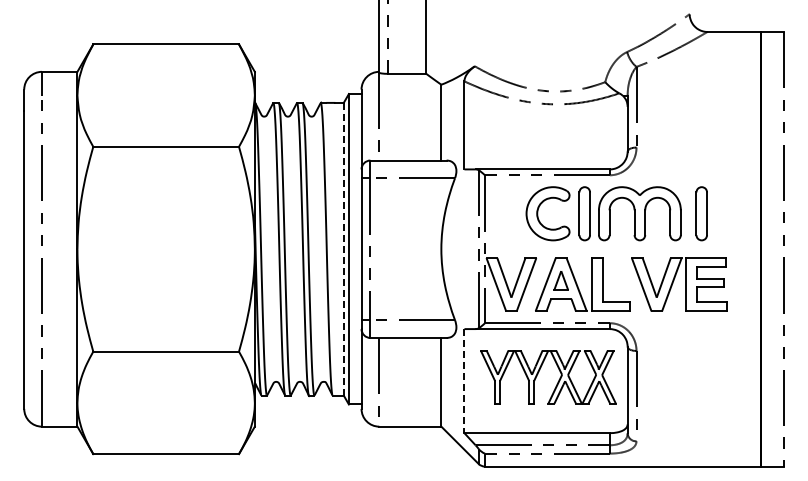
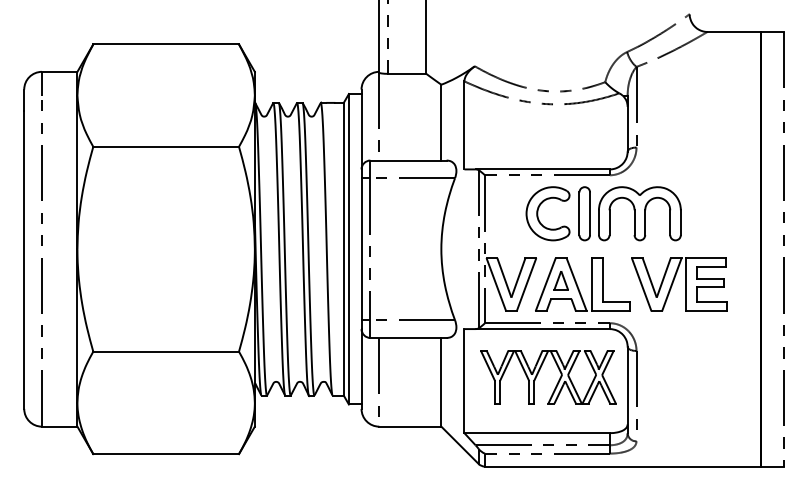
part at (701, 213): present -> none
line at (343, 249): dashed -> solid
line at (464, 381): dashed -> solid
